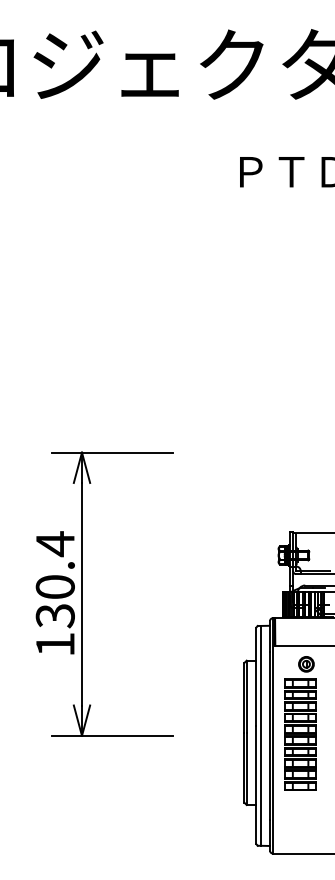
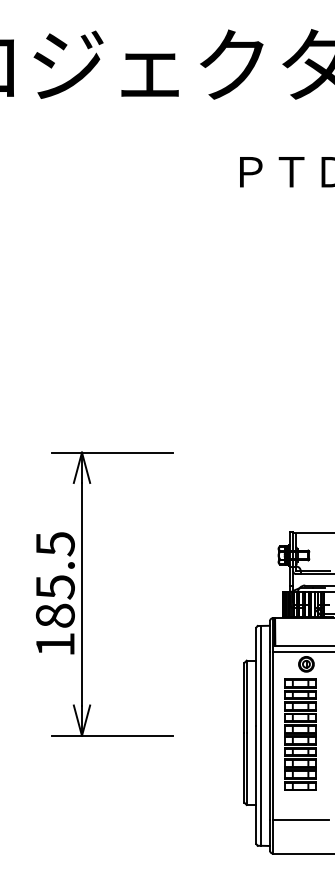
text at (54, 579): 130.4 -> 185.5
line at (302, 652): none -> present
line at (301, 819): none -> present
